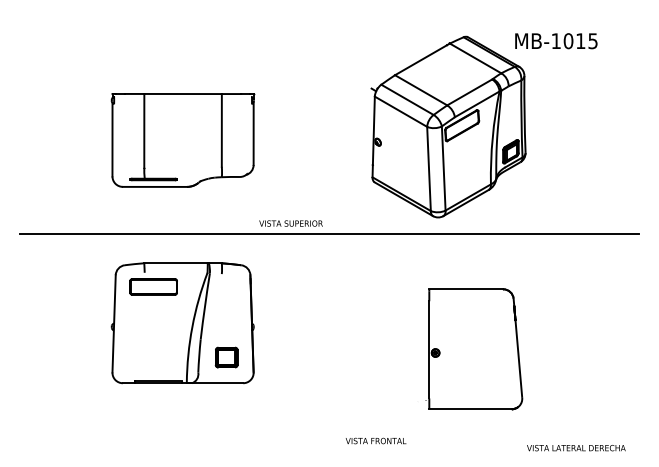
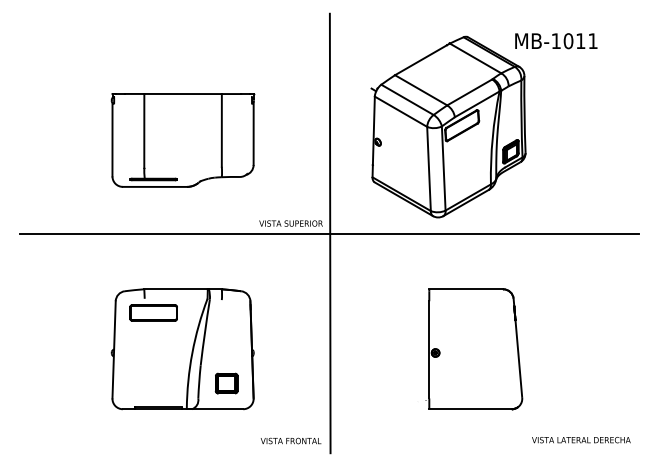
text at (592, 41): MB-1015 -> MB-1011
line at (329, 233): none -> present
part at (182, 323) position: (182, 323) -> (182, 349)
text at (375, 440) position: (375, 440) -> (290, 440)
text at (576, 448) position: (576, 448) -> (581, 440)
